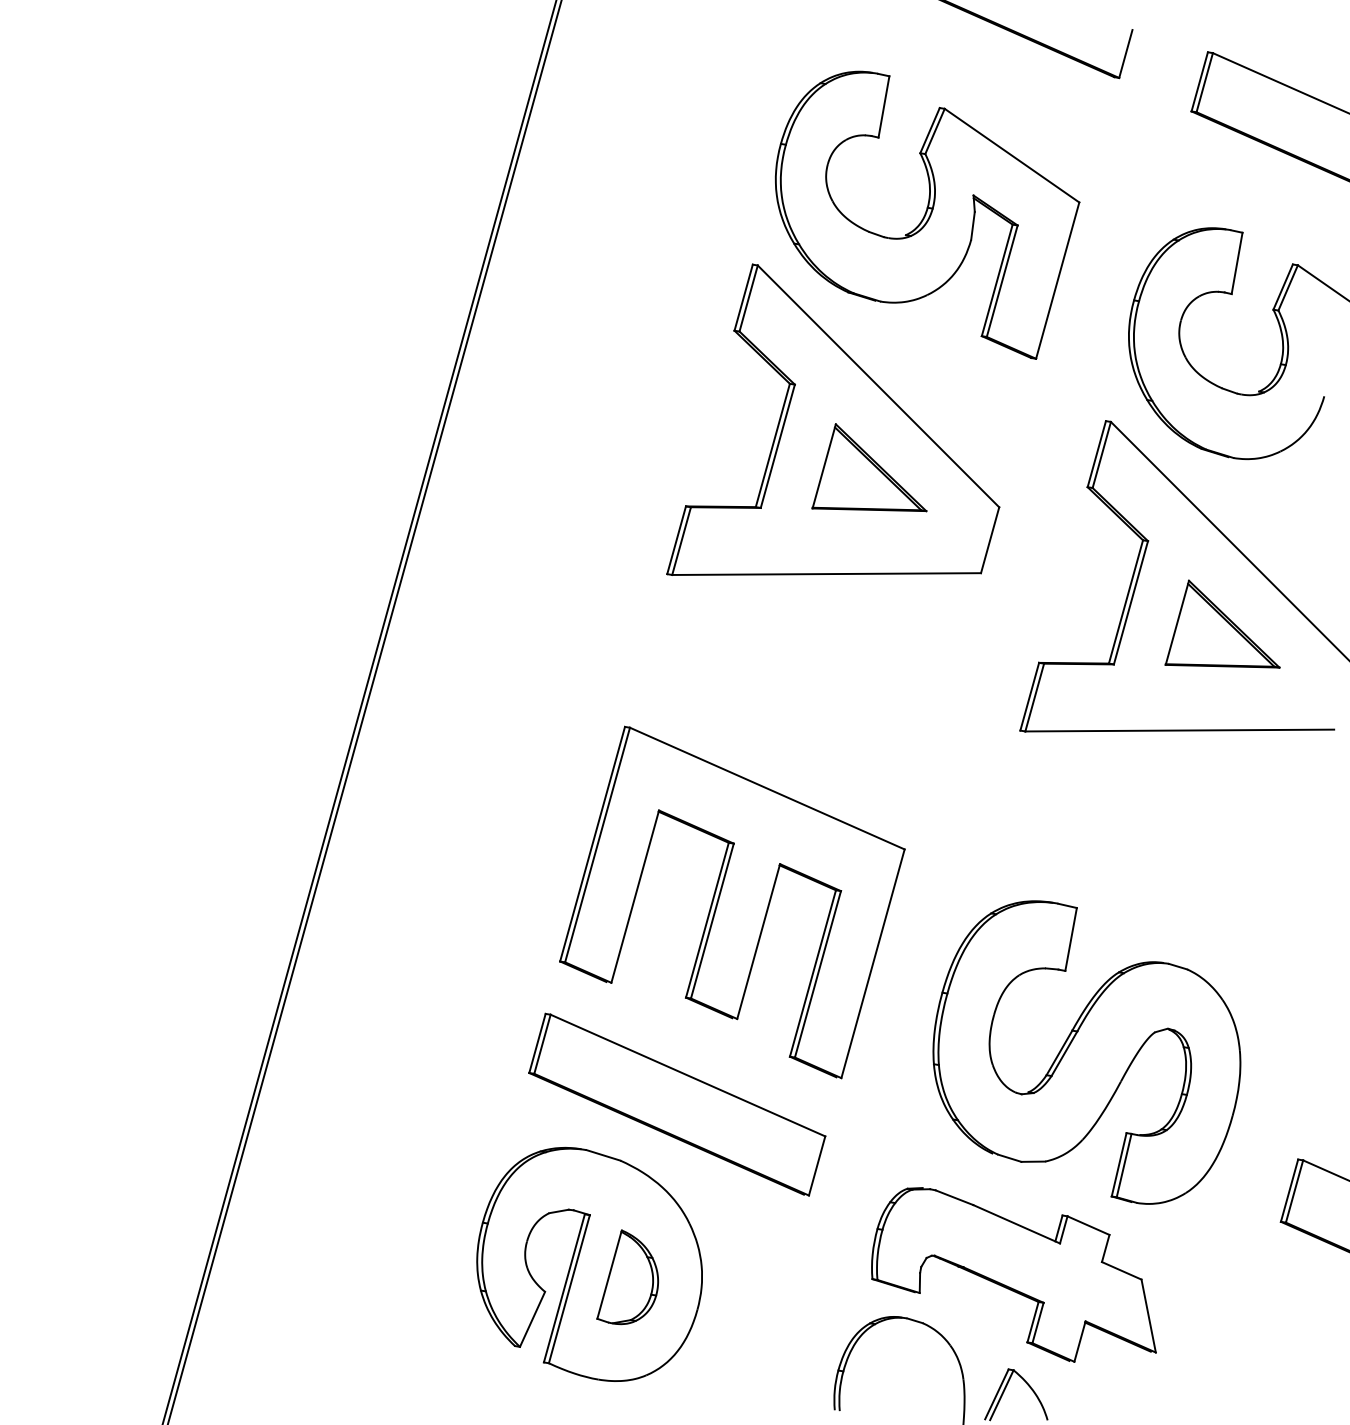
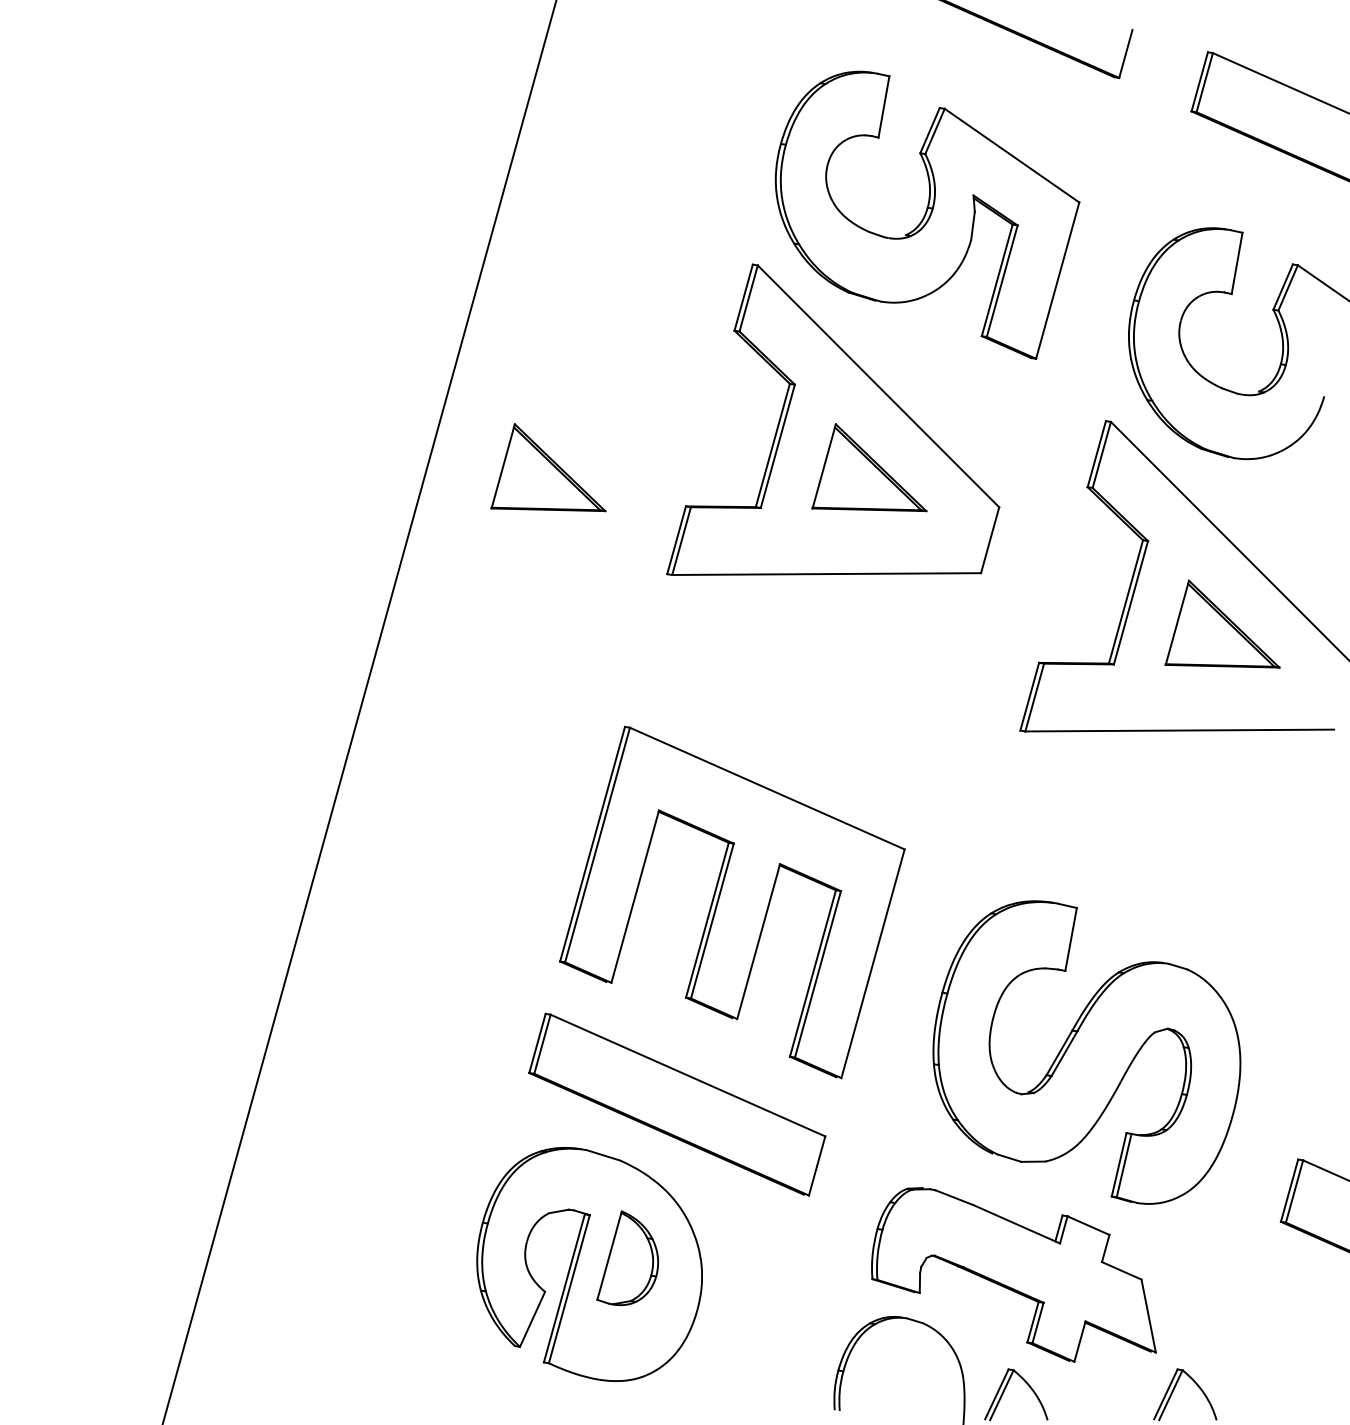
part at (548, 467): none -> present
line at (364, 711): present -> none
part at (627, 1277) position: (627, 1277) -> (627, 1258)
part at (1175, 1388): none -> present
